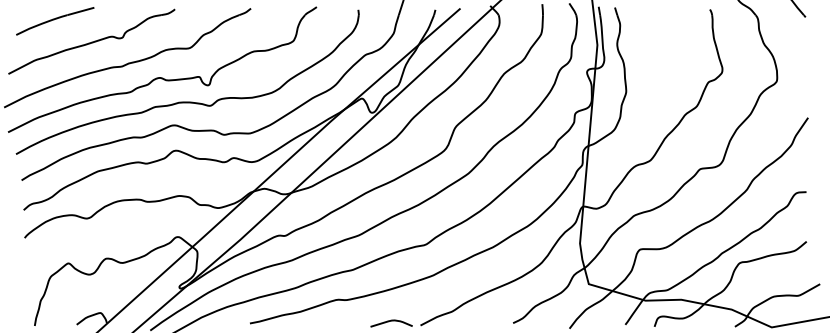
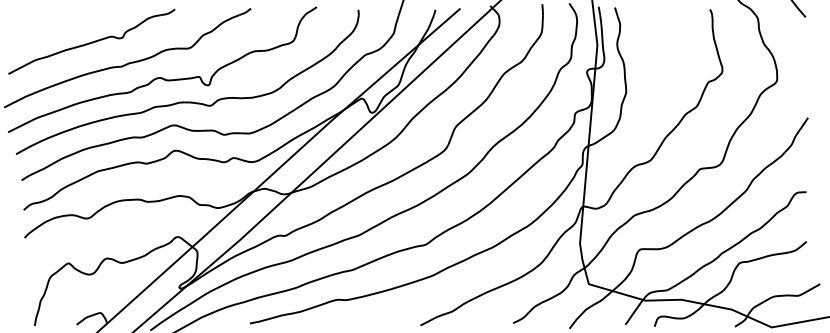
part at (55, 21): present -> none
curve at (391, 321): present -> none
